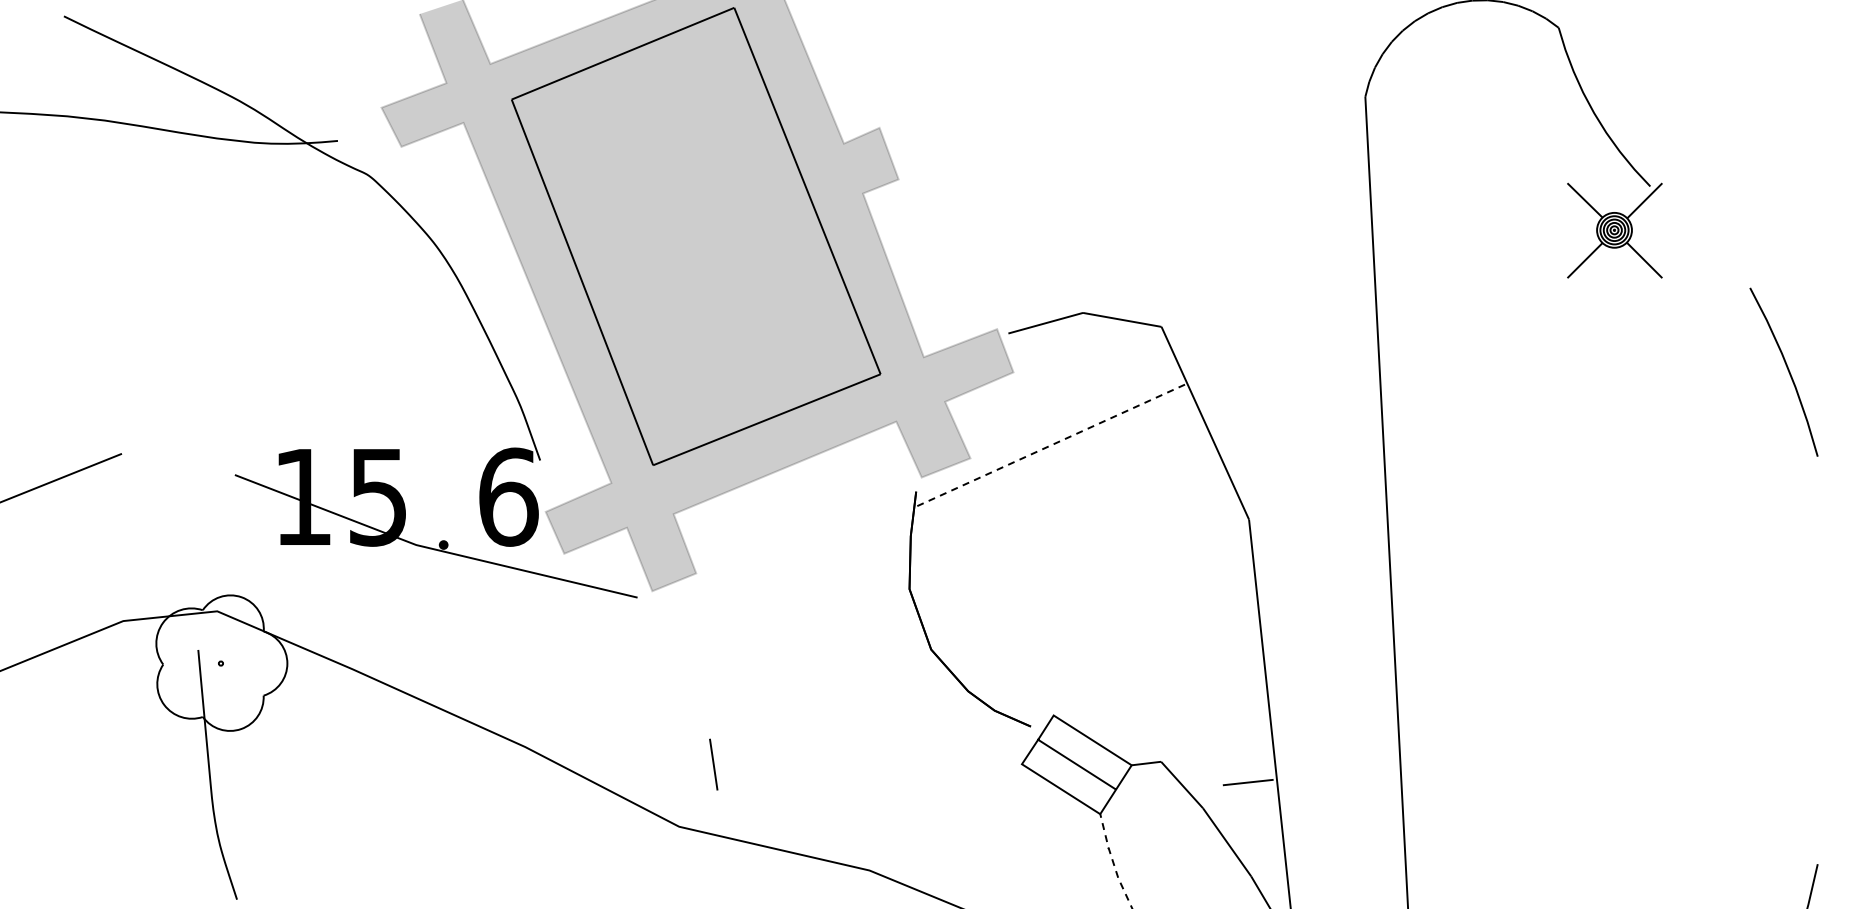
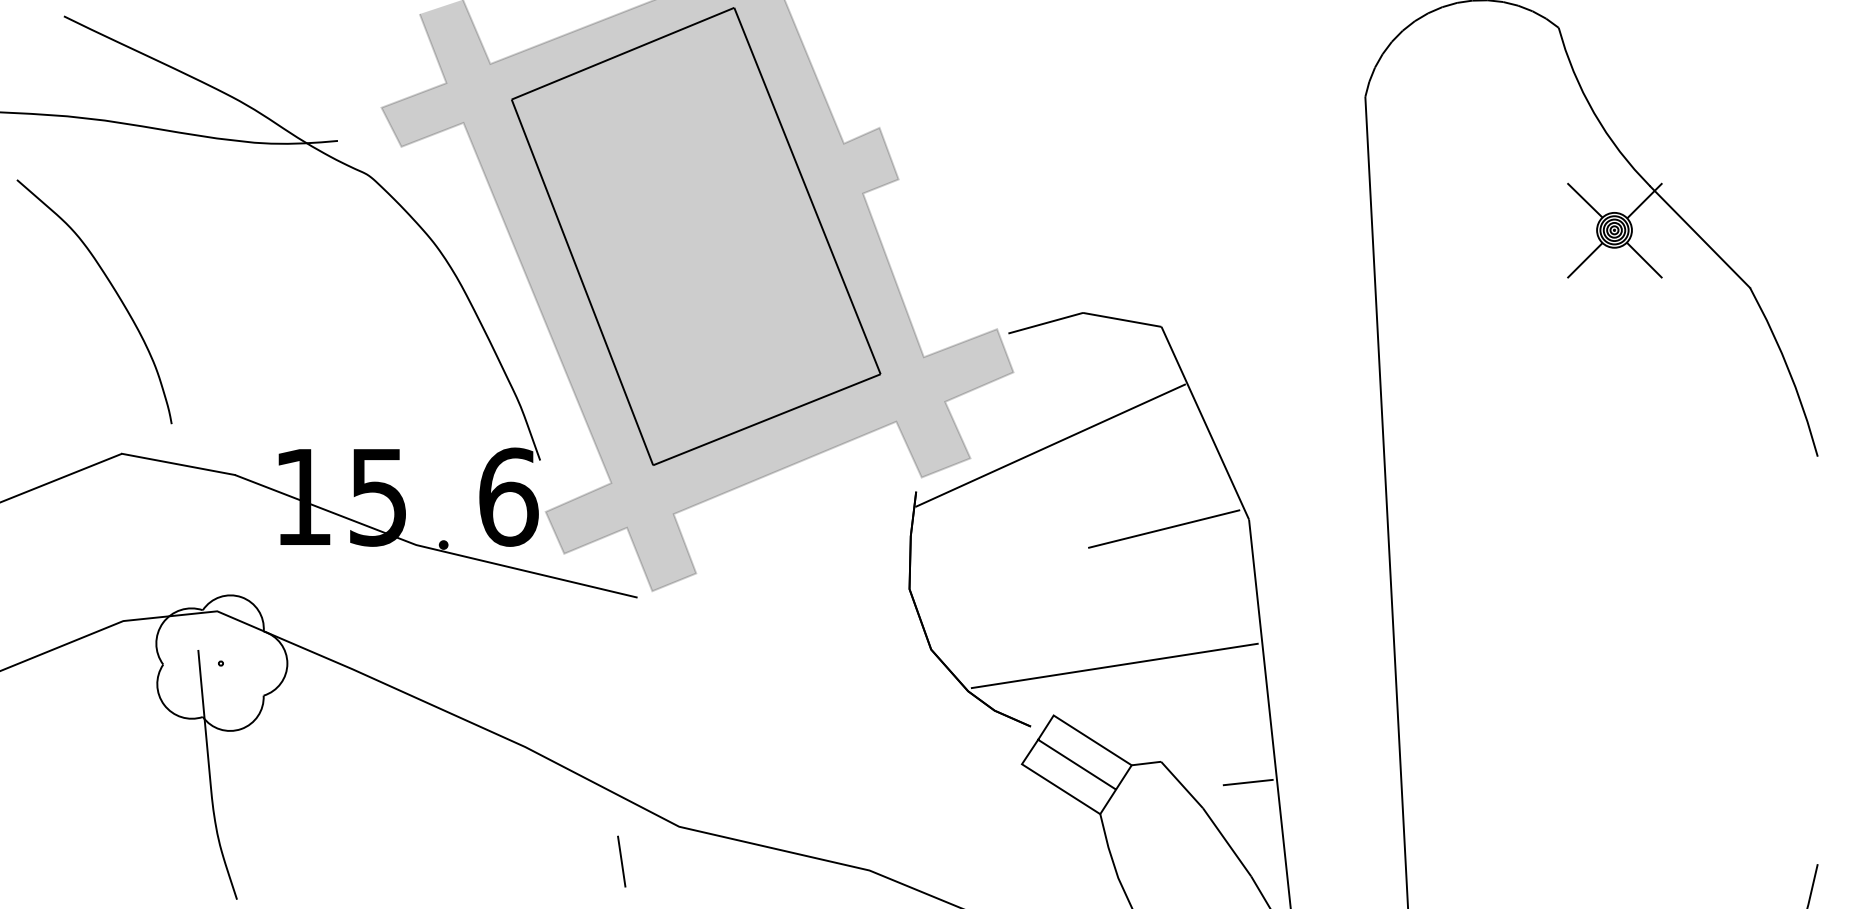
line at (1700, 236): none -> present
curve at (112, 288): none -> present
line at (1050, 445): dashed -> solid
line at (177, 464): none -> present
line at (1164, 528): none -> present
line at (1114, 665): none -> present
line at (713, 764) position: (713, 764) -> (621, 861)
line at (1113, 862): dashed -> solid
